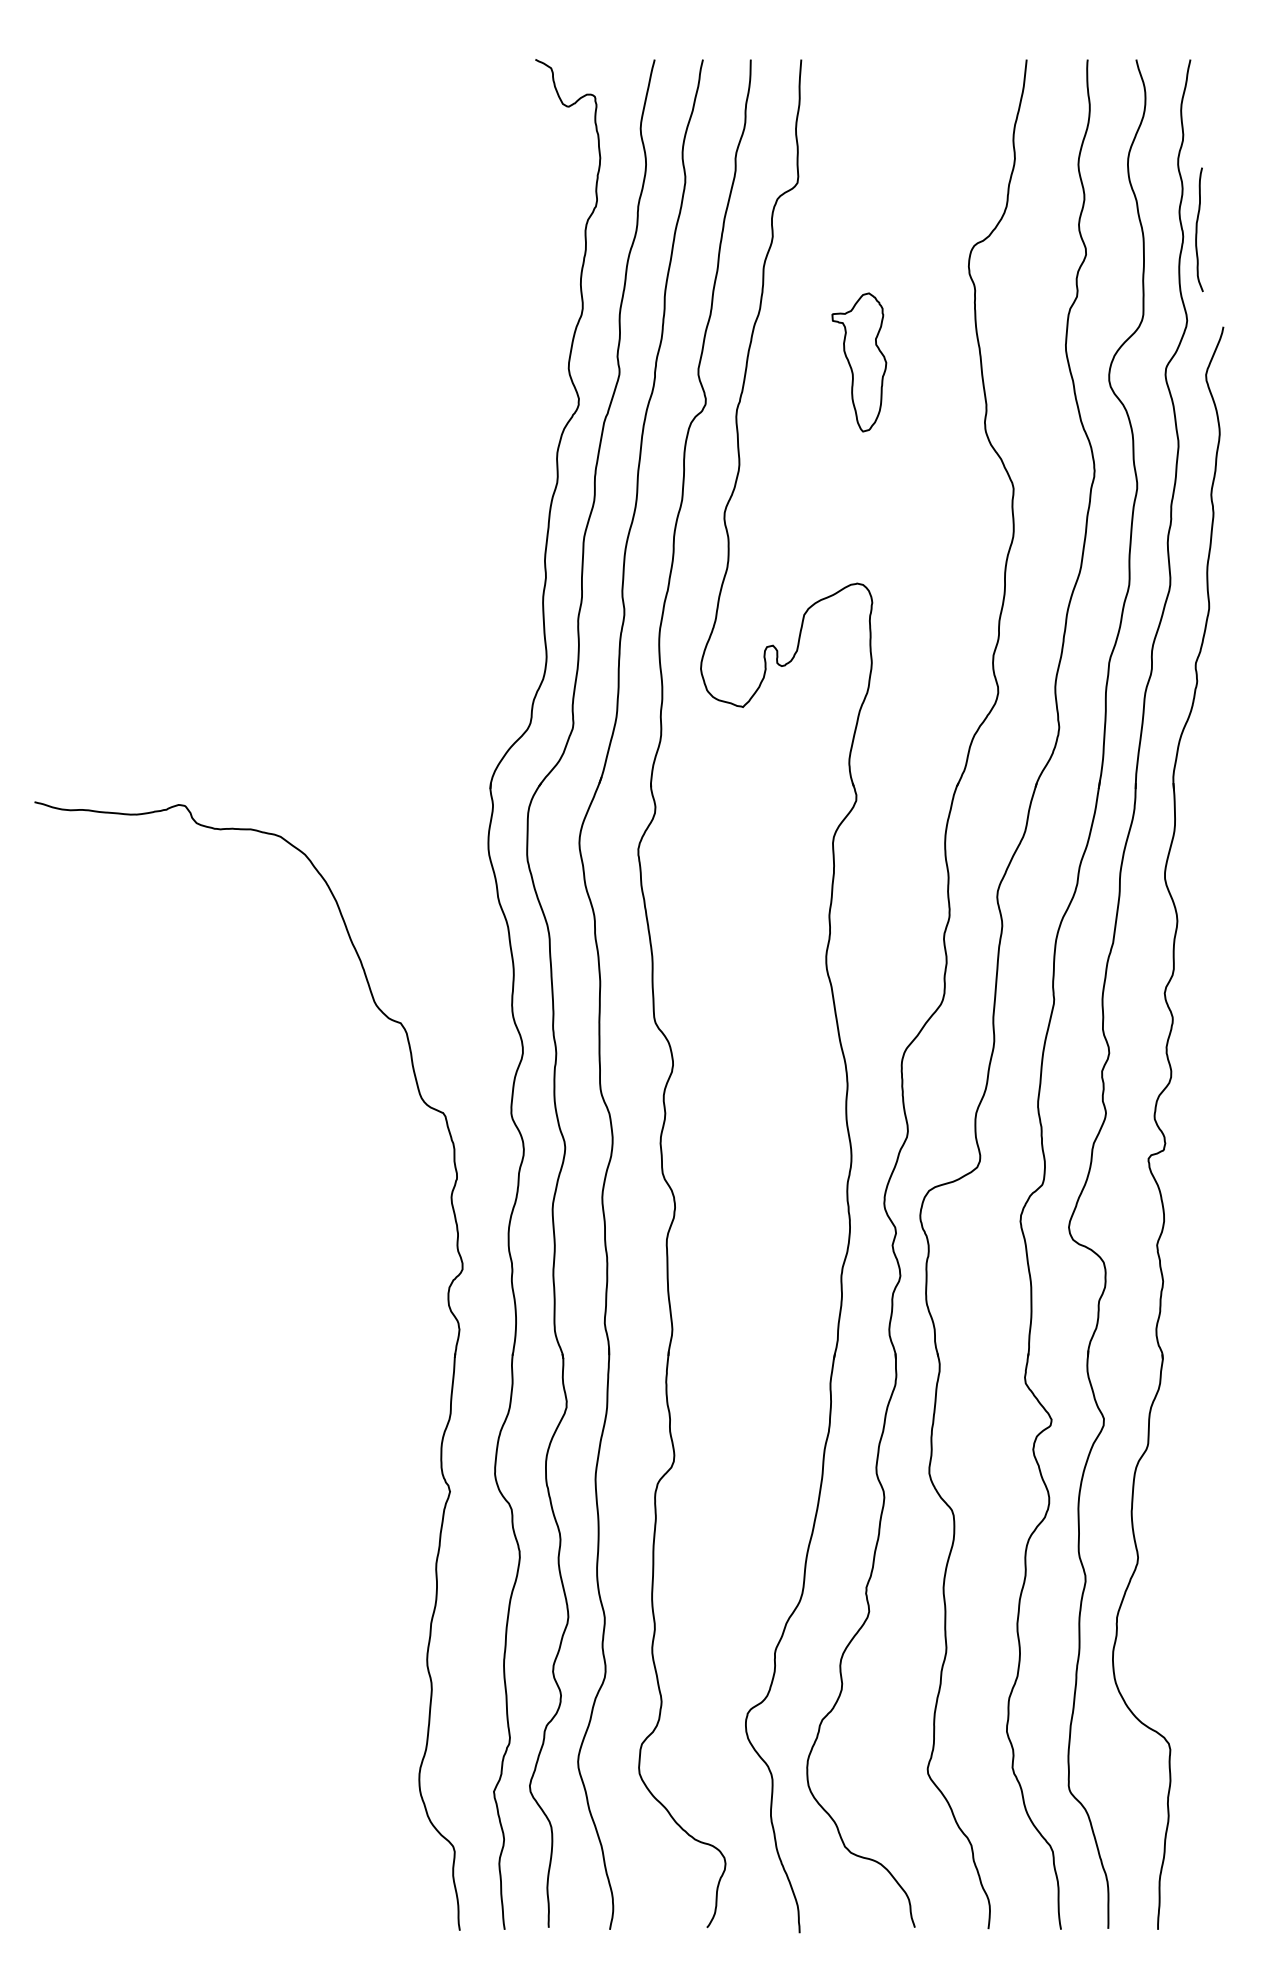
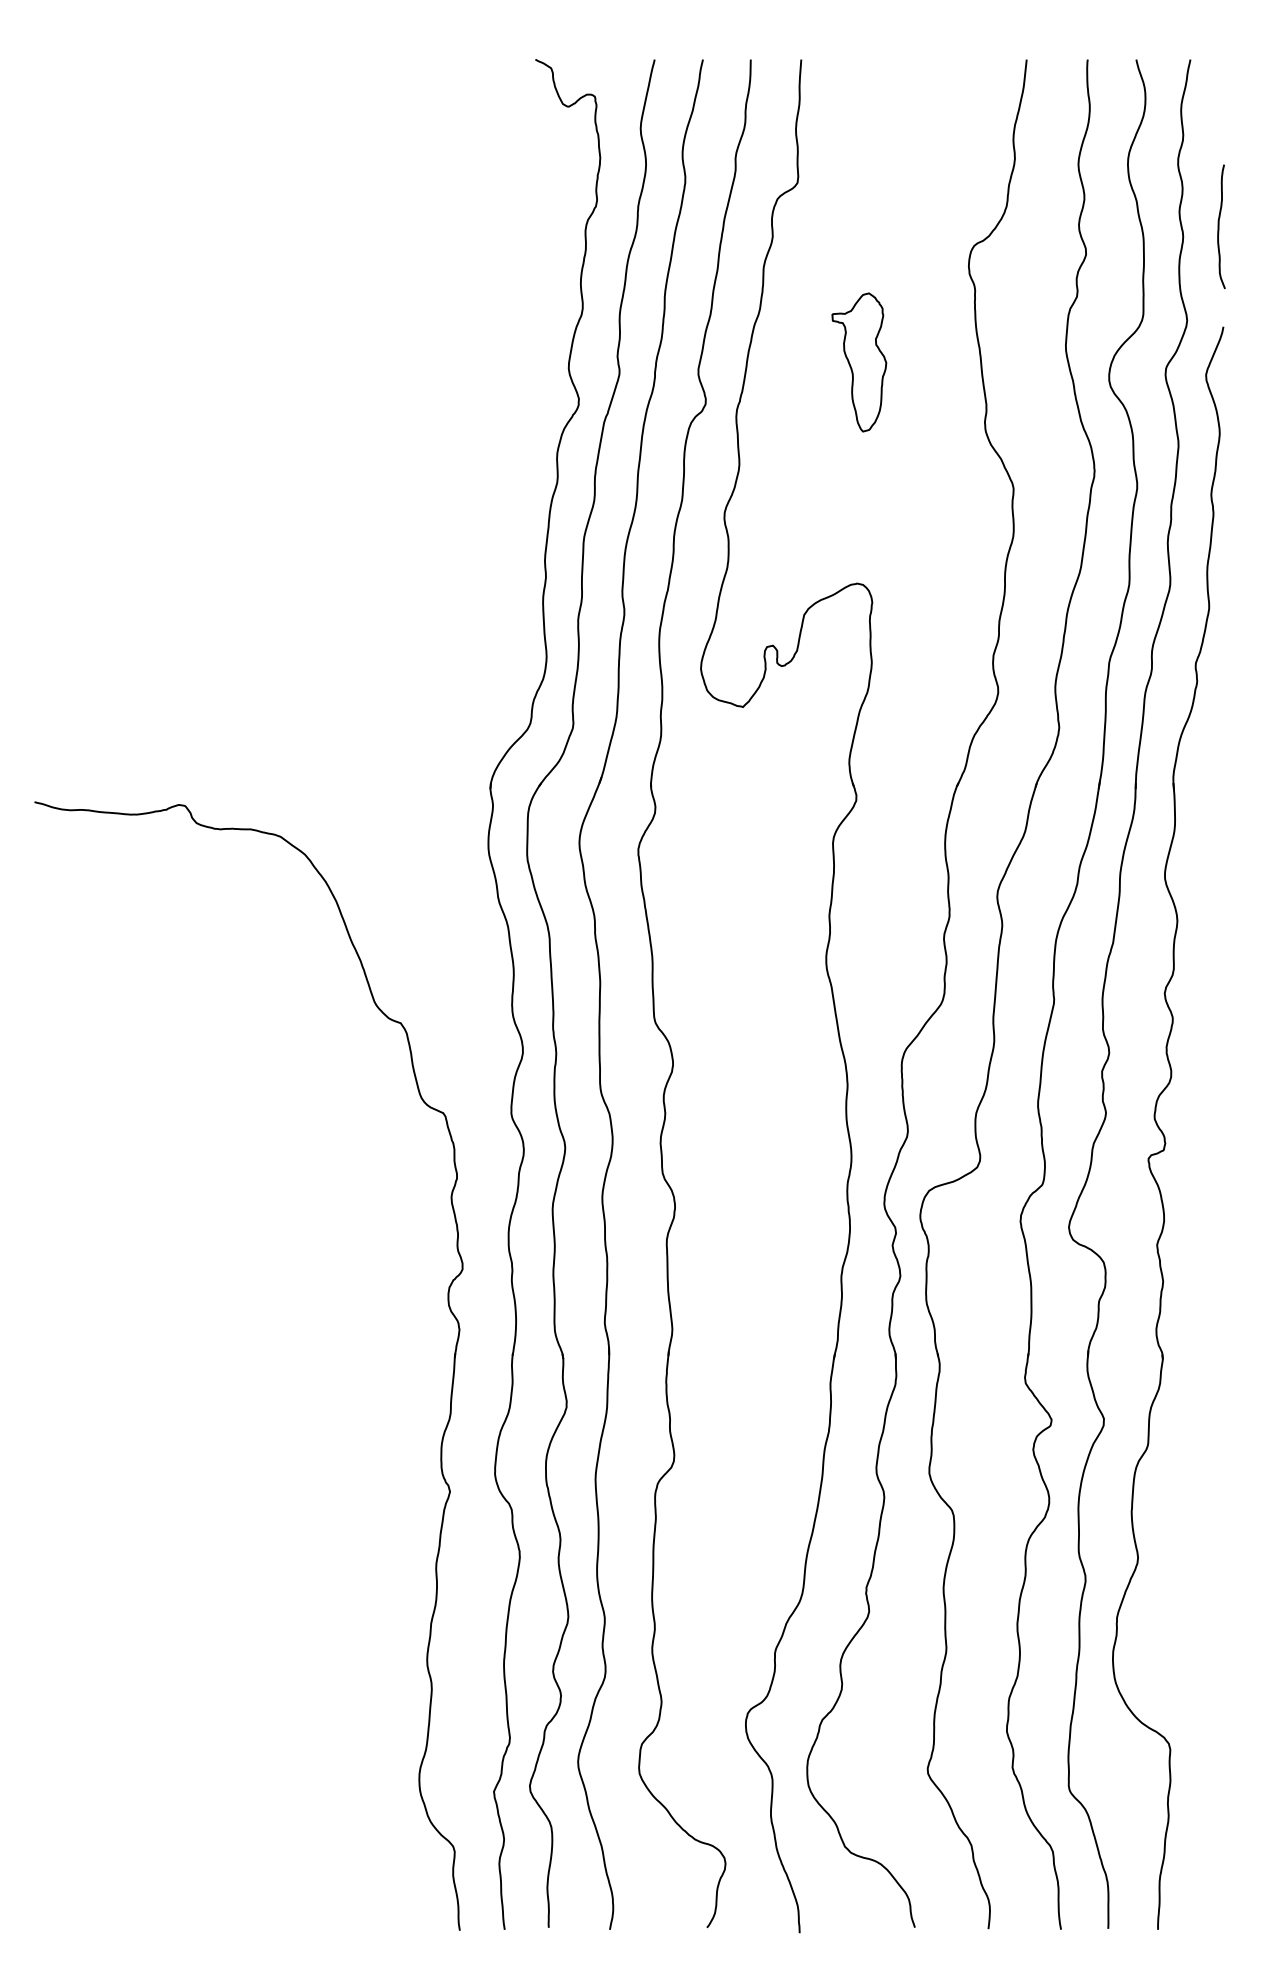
curve at (1197, 229) position: (1197, 229) -> (1219, 226)
